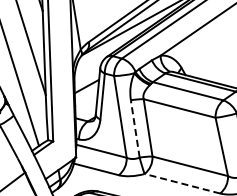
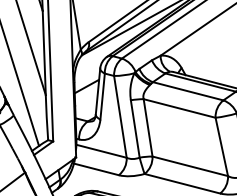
line at (135, 128): dashed -> solid
line at (181, 183): dashed -> solid
